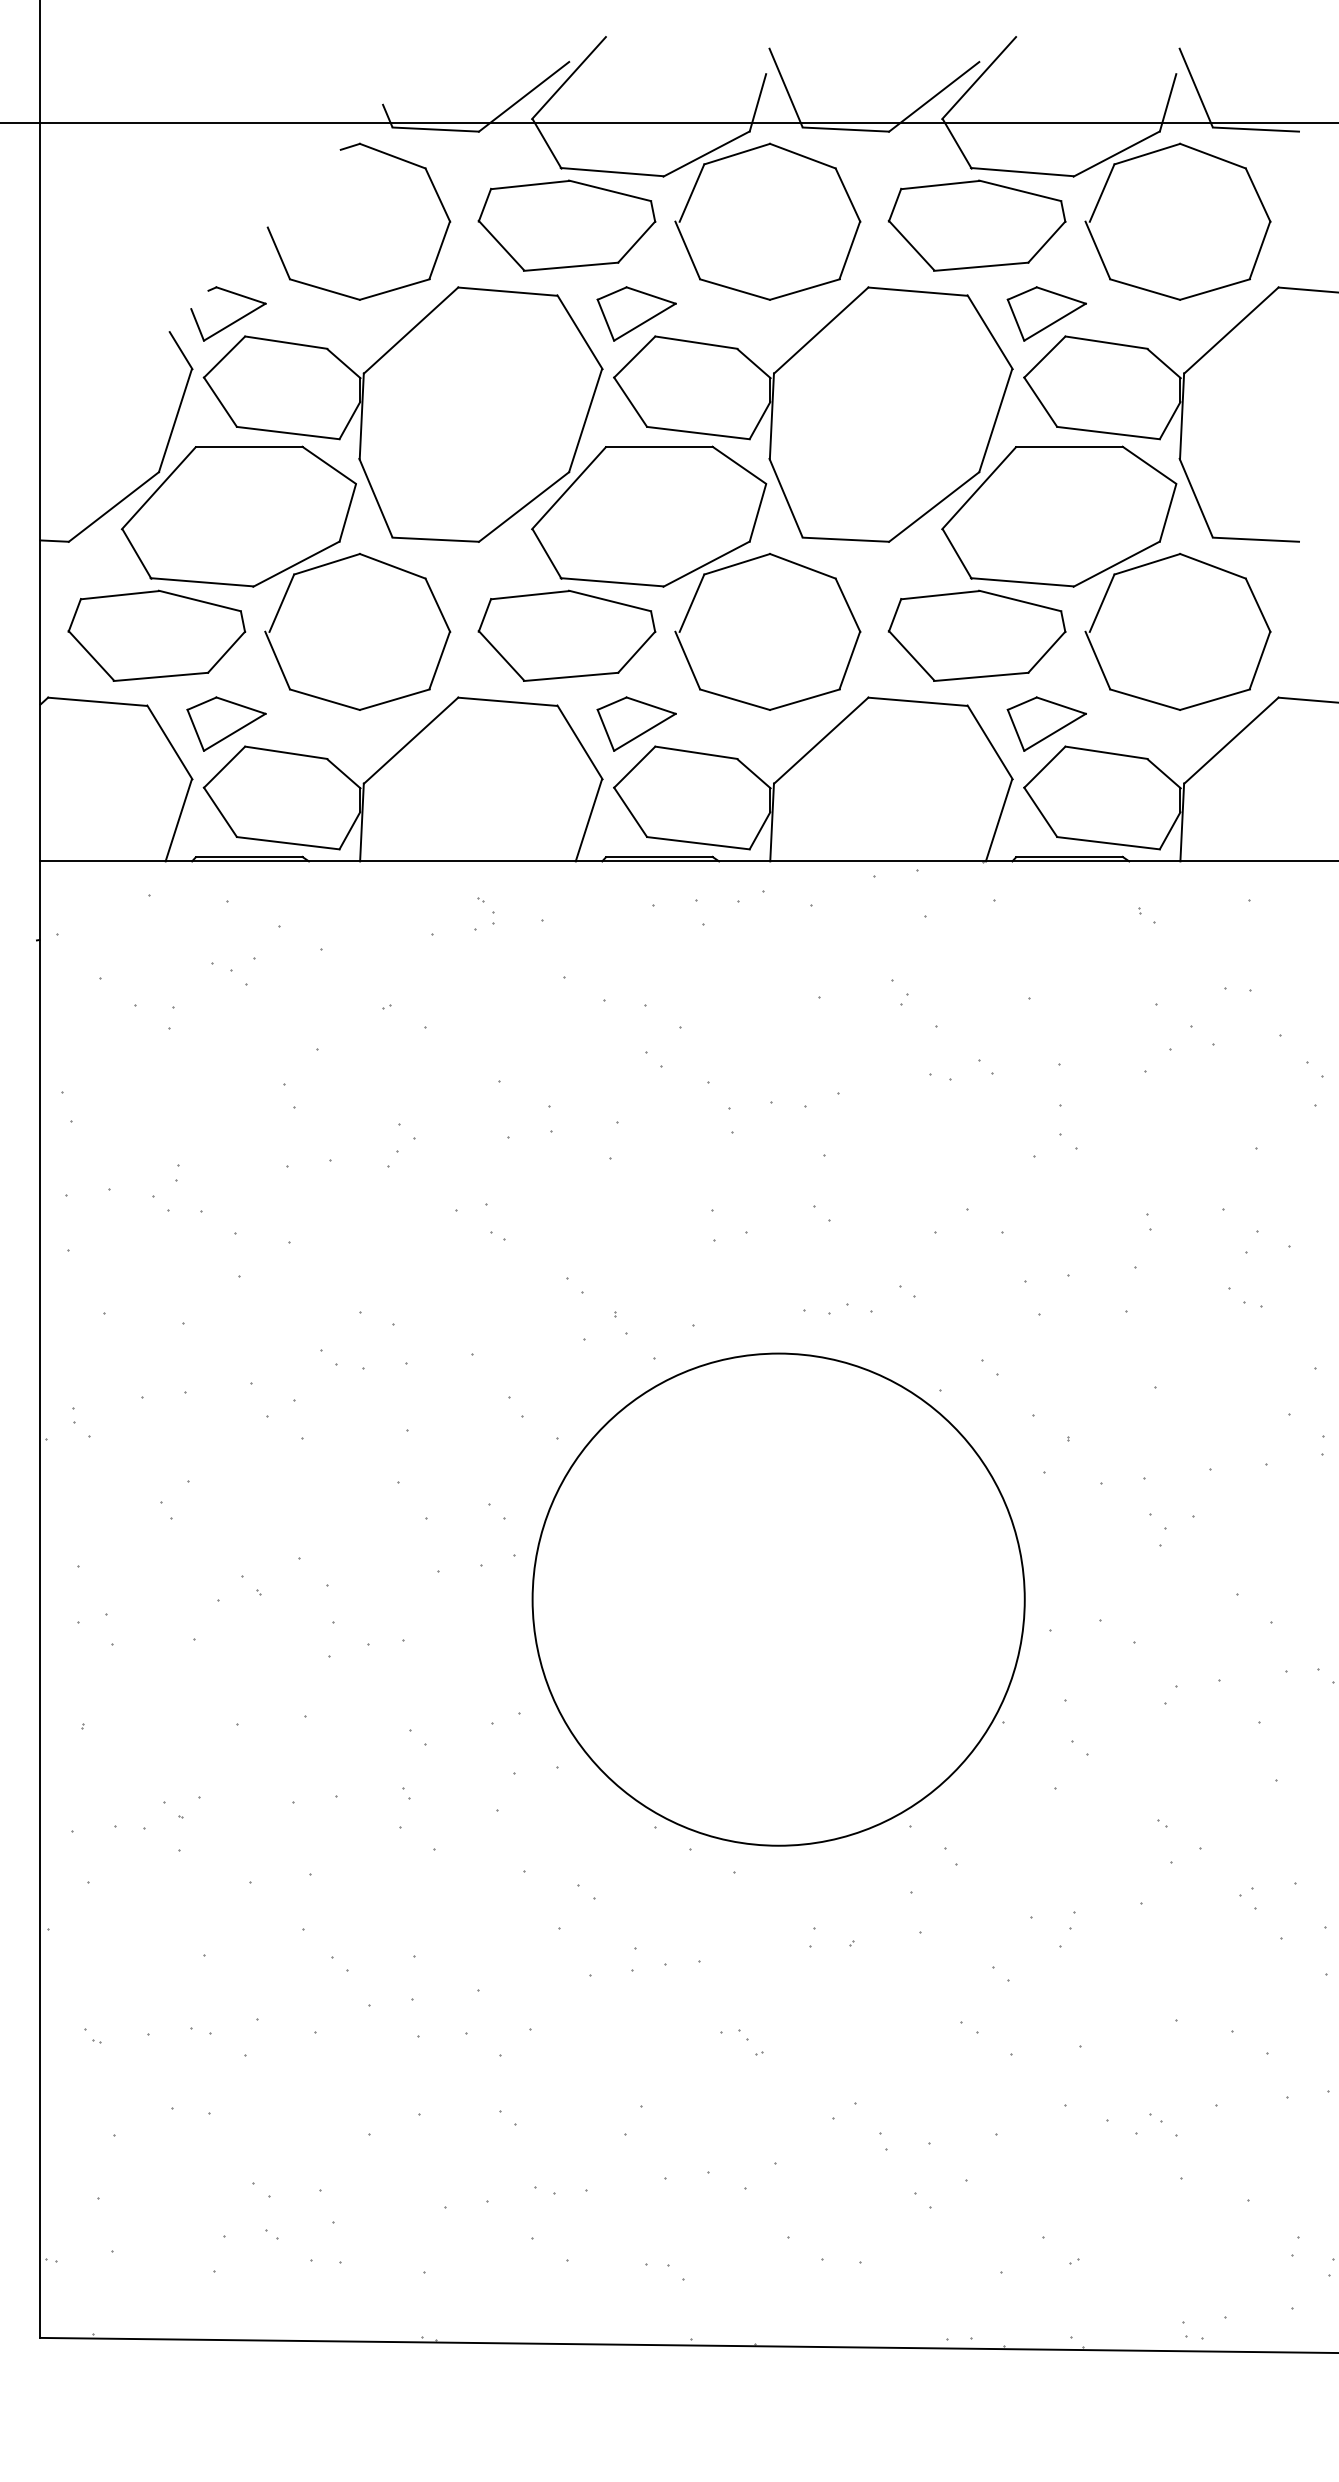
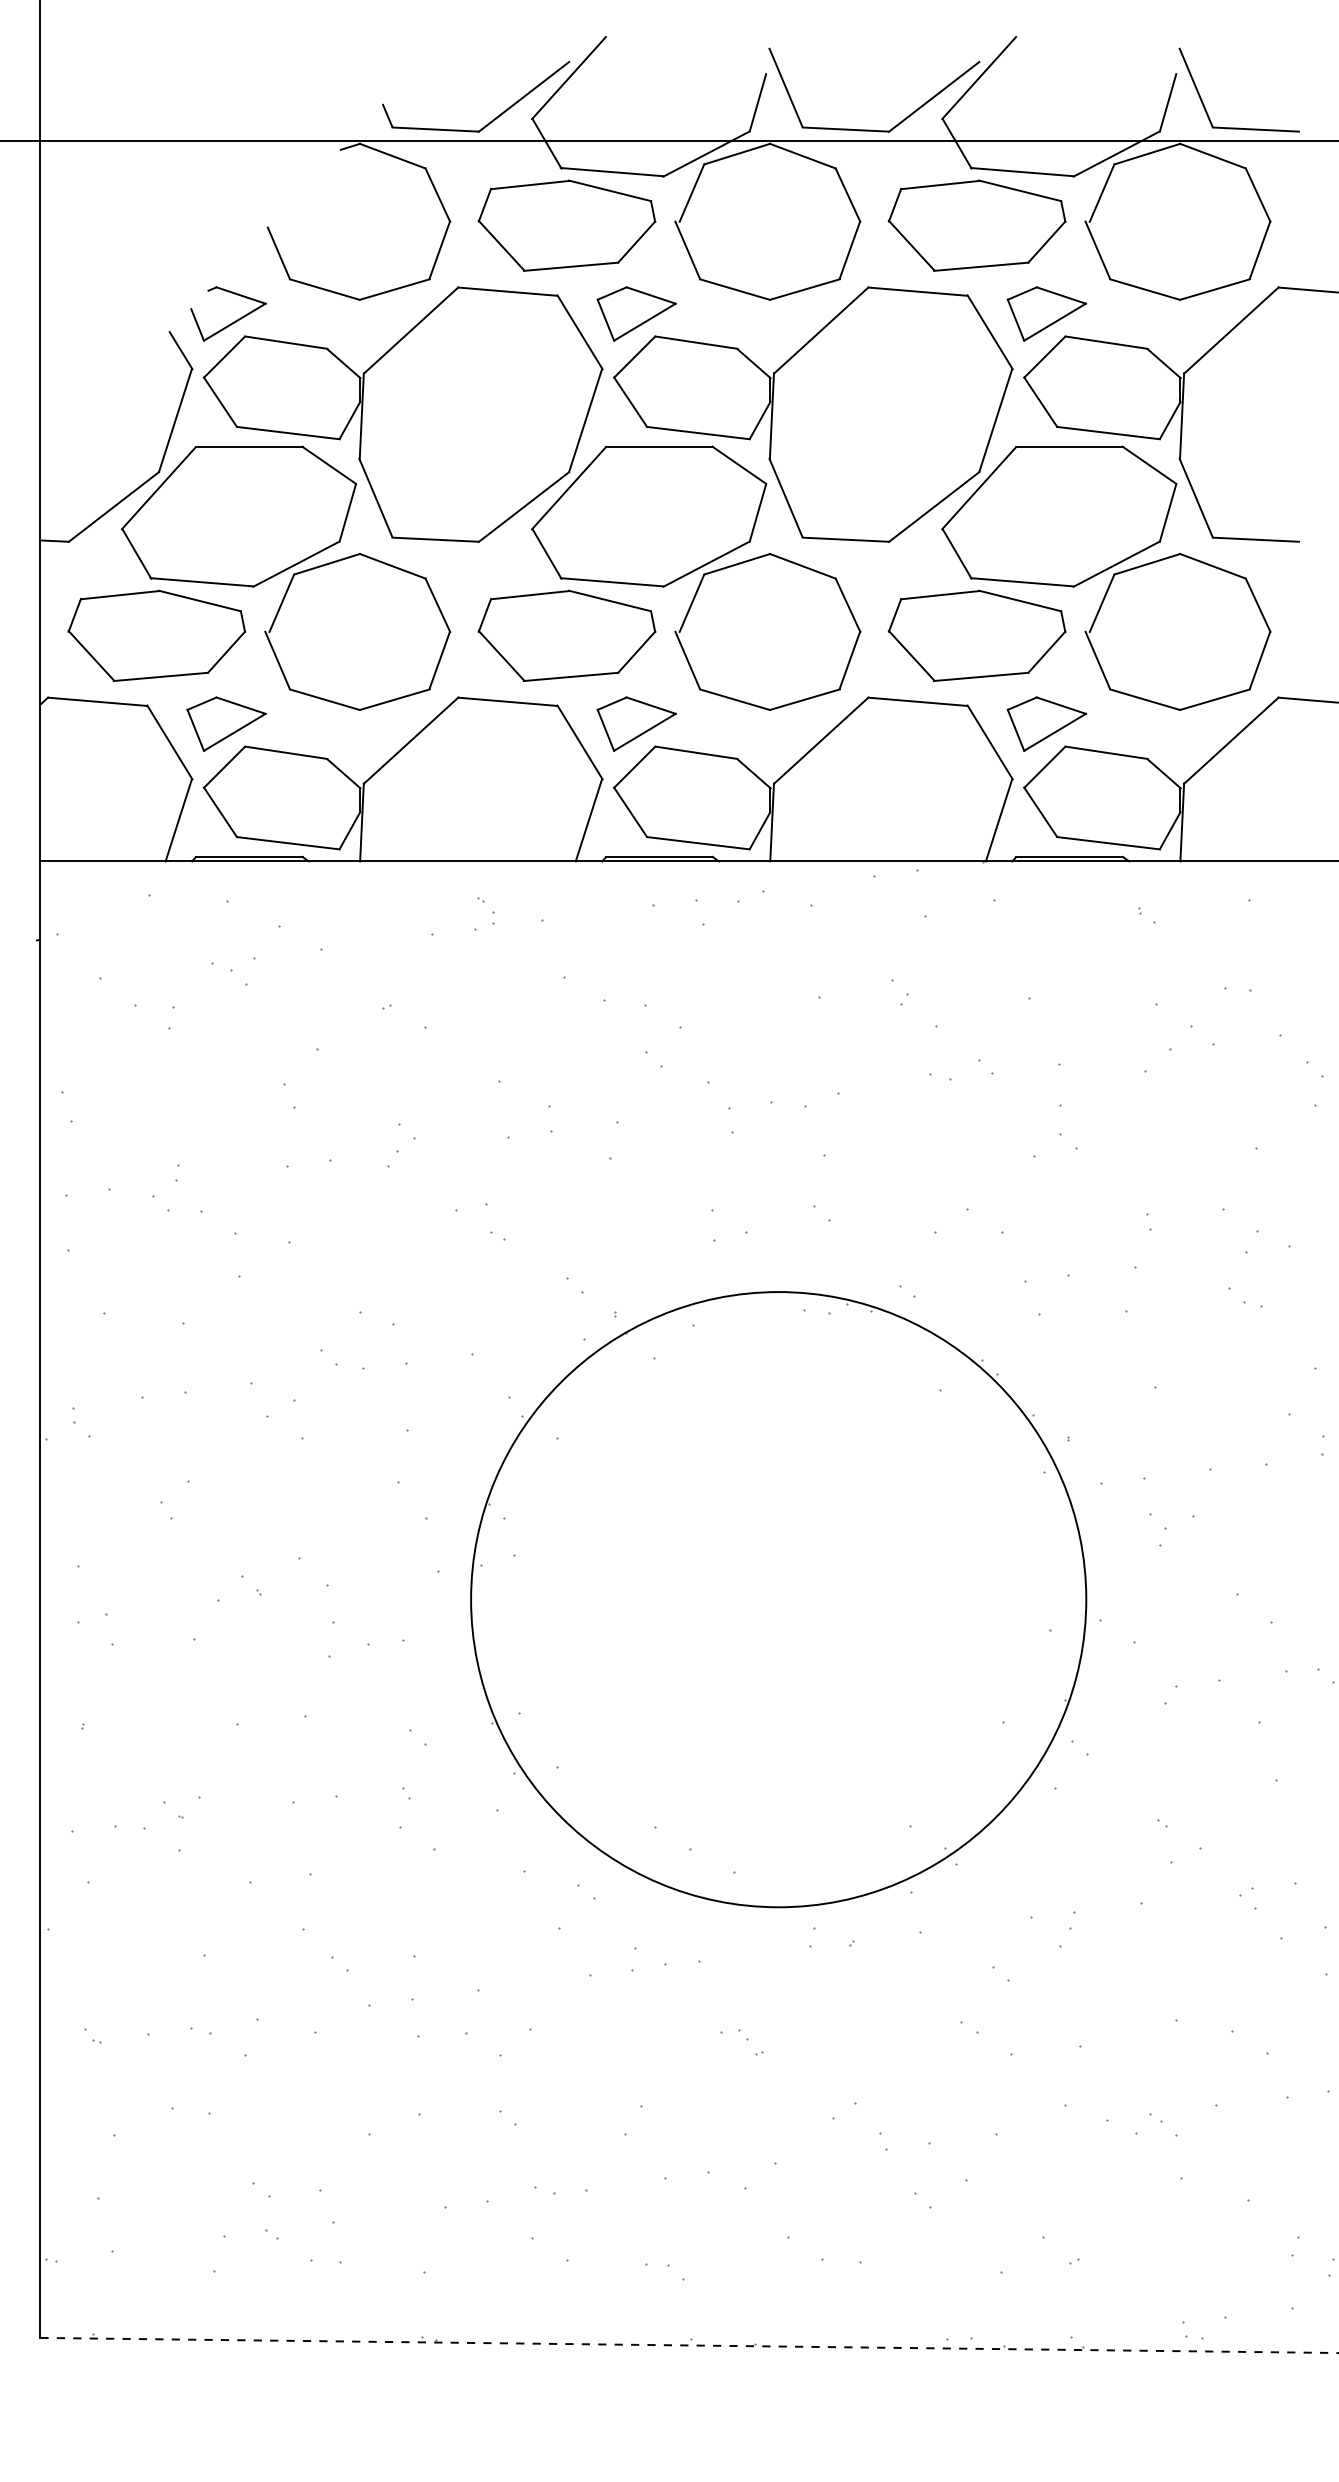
line at (668, 123) position: (668, 123) -> (668, 141)
circle at (778, 1599) diameter: 492 px -> 615 px
line at (689, 2345): solid -> dashed
